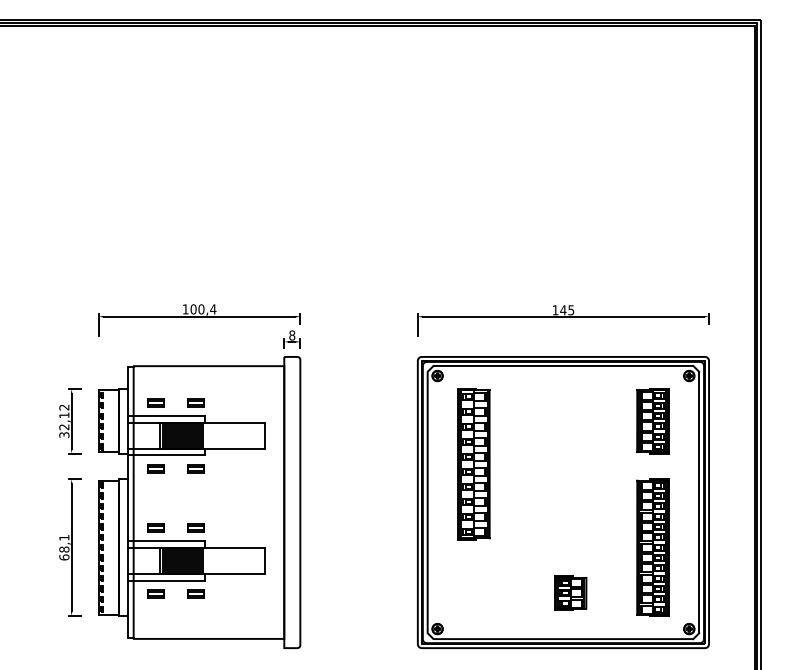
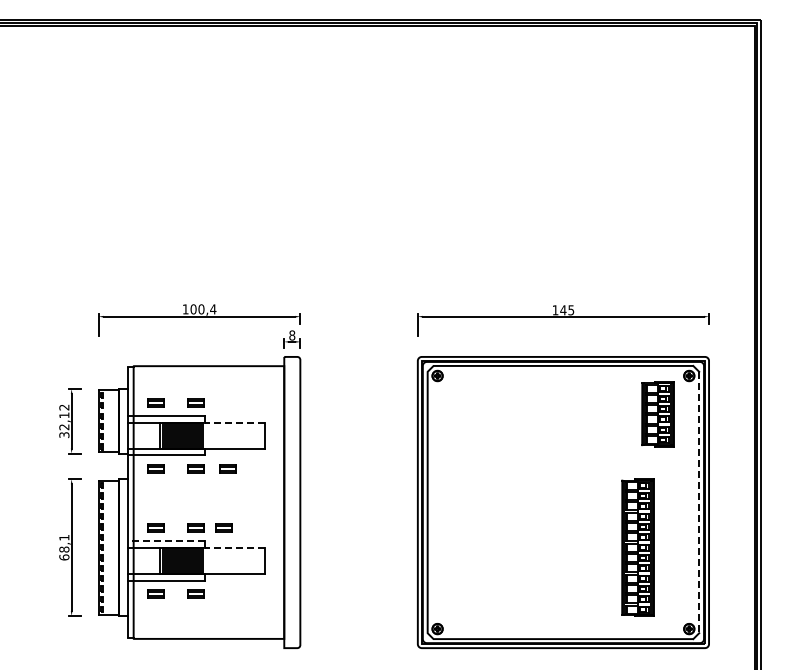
part at (652, 421) position: (652, 421) -> (657, 414)
line at (234, 422): solid -> dashed
part at (473, 464): present -> none
part at (227, 468): none -> present
line at (699, 502): solid -> dashed
part at (223, 527): none -> present
line at (165, 541): solid -> dashed
part at (652, 547) position: (652, 547) -> (637, 547)
line at (234, 548): solid -> dashed
part at (570, 592): present -> none
